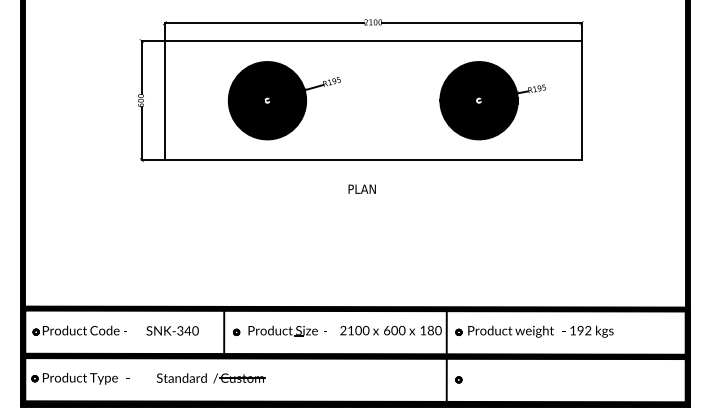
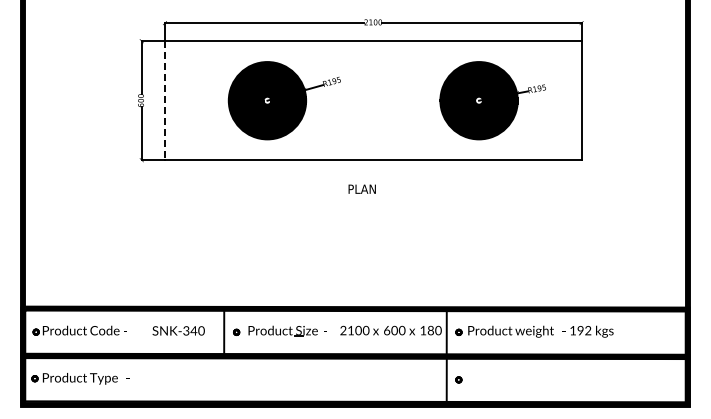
line at (164, 100): solid -> dashed
text at (172, 330) position: (172, 330) -> (178, 330)
part at (211, 378): present -> none
